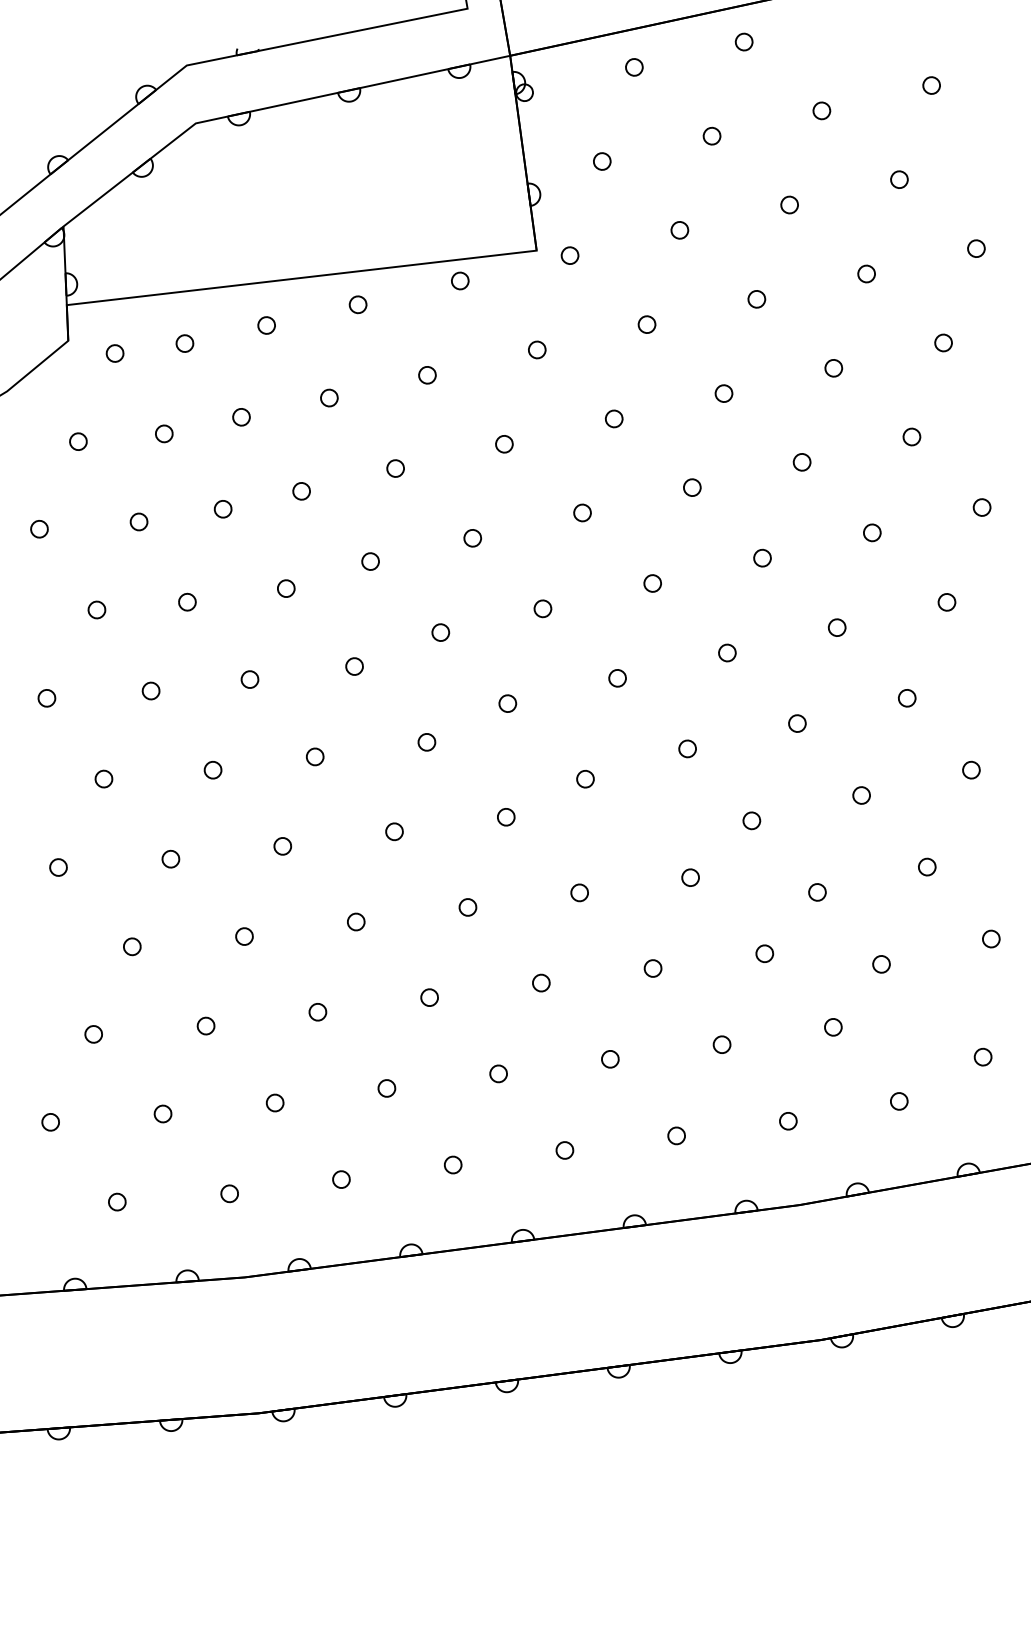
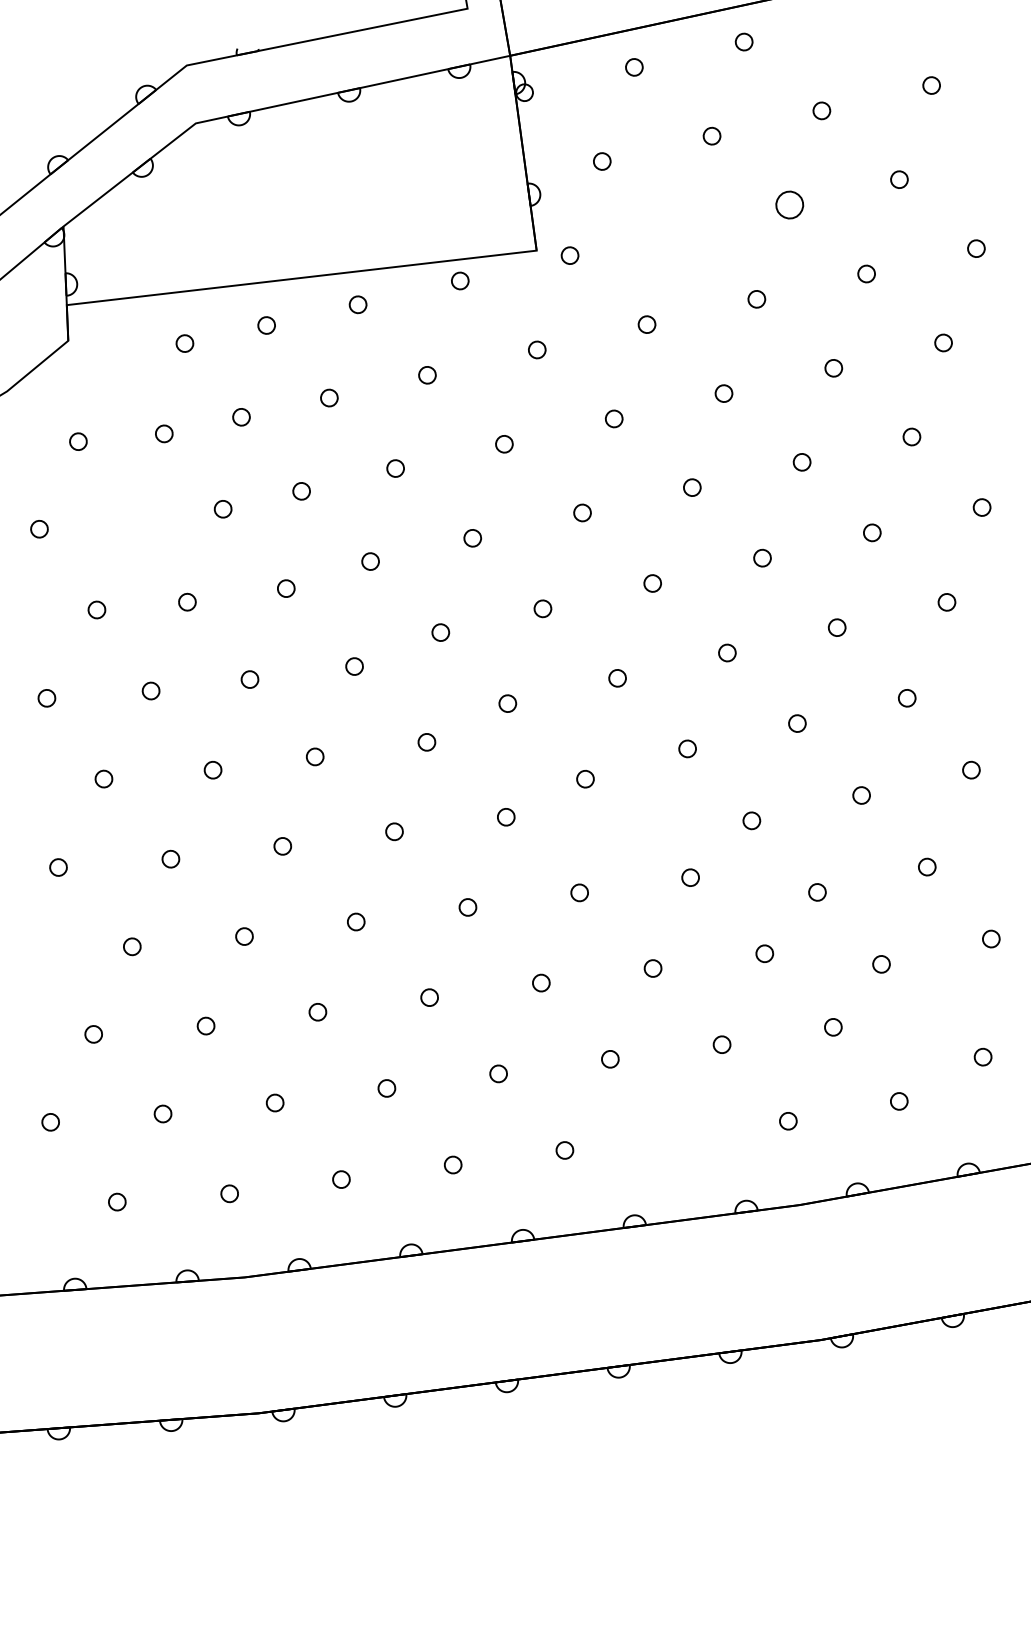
part at (789, 204) size: 19x20 px -> 30x30 px
part at (679, 230): present -> none
part at (114, 353): present -> none
part at (138, 521): present -> none
part at (676, 1135): present -> none
